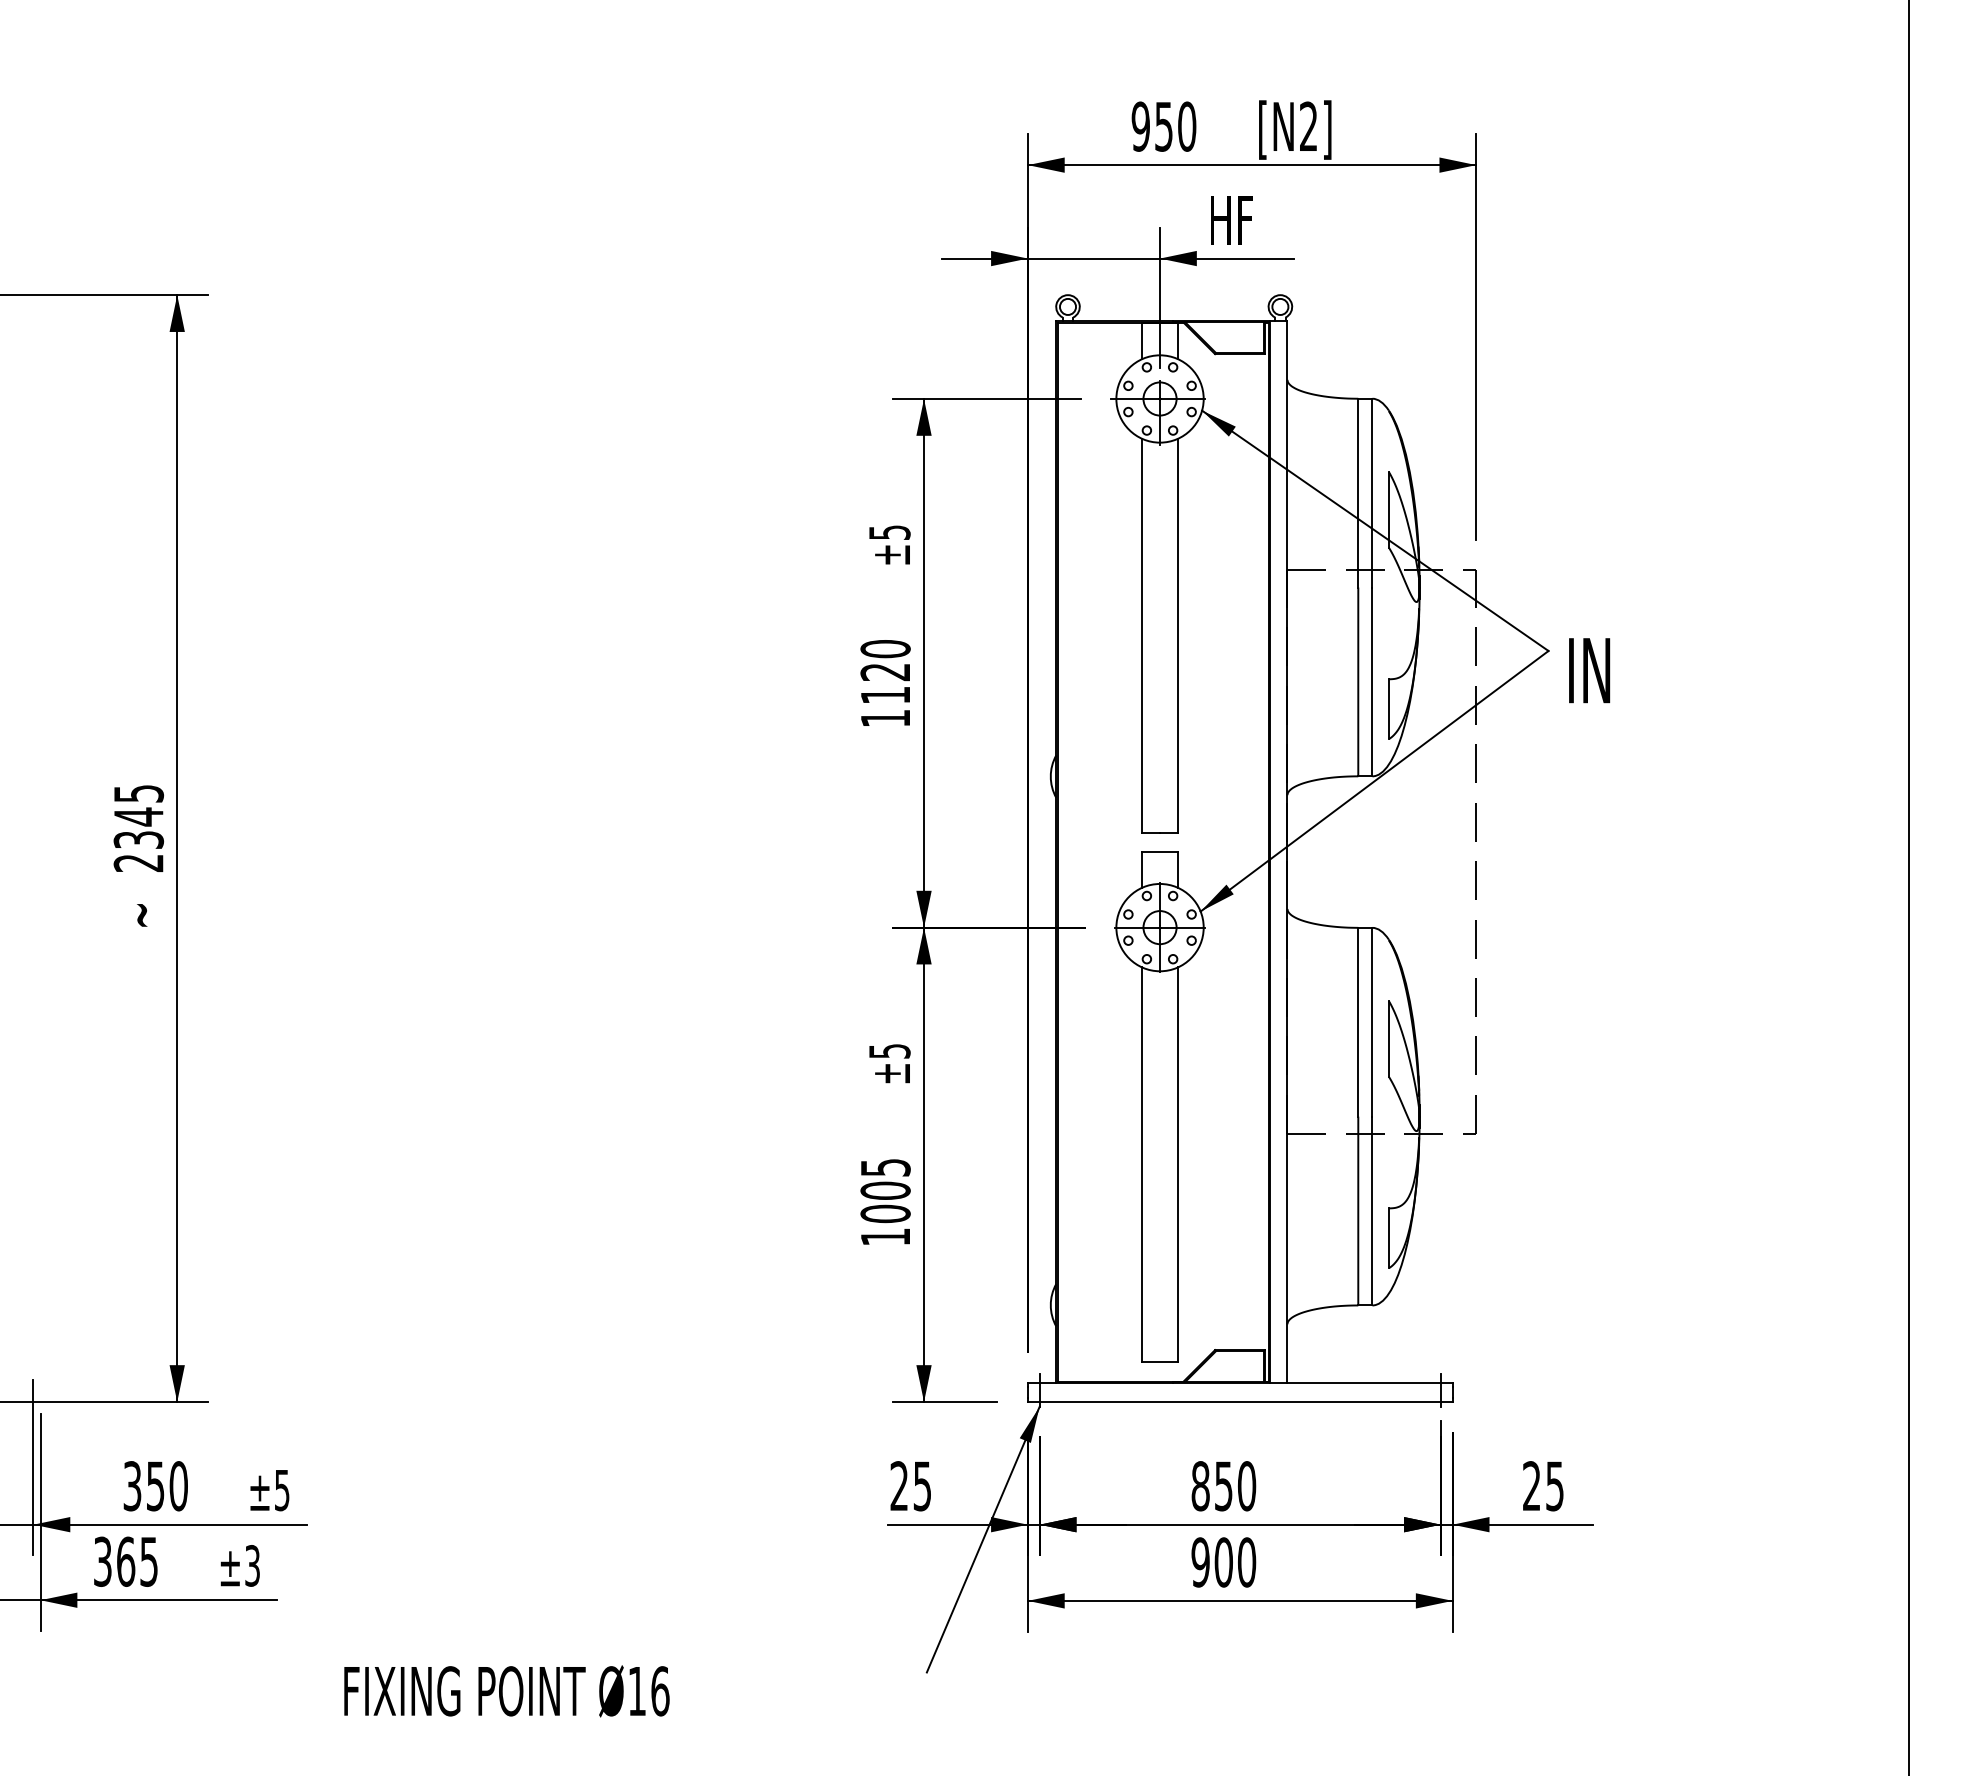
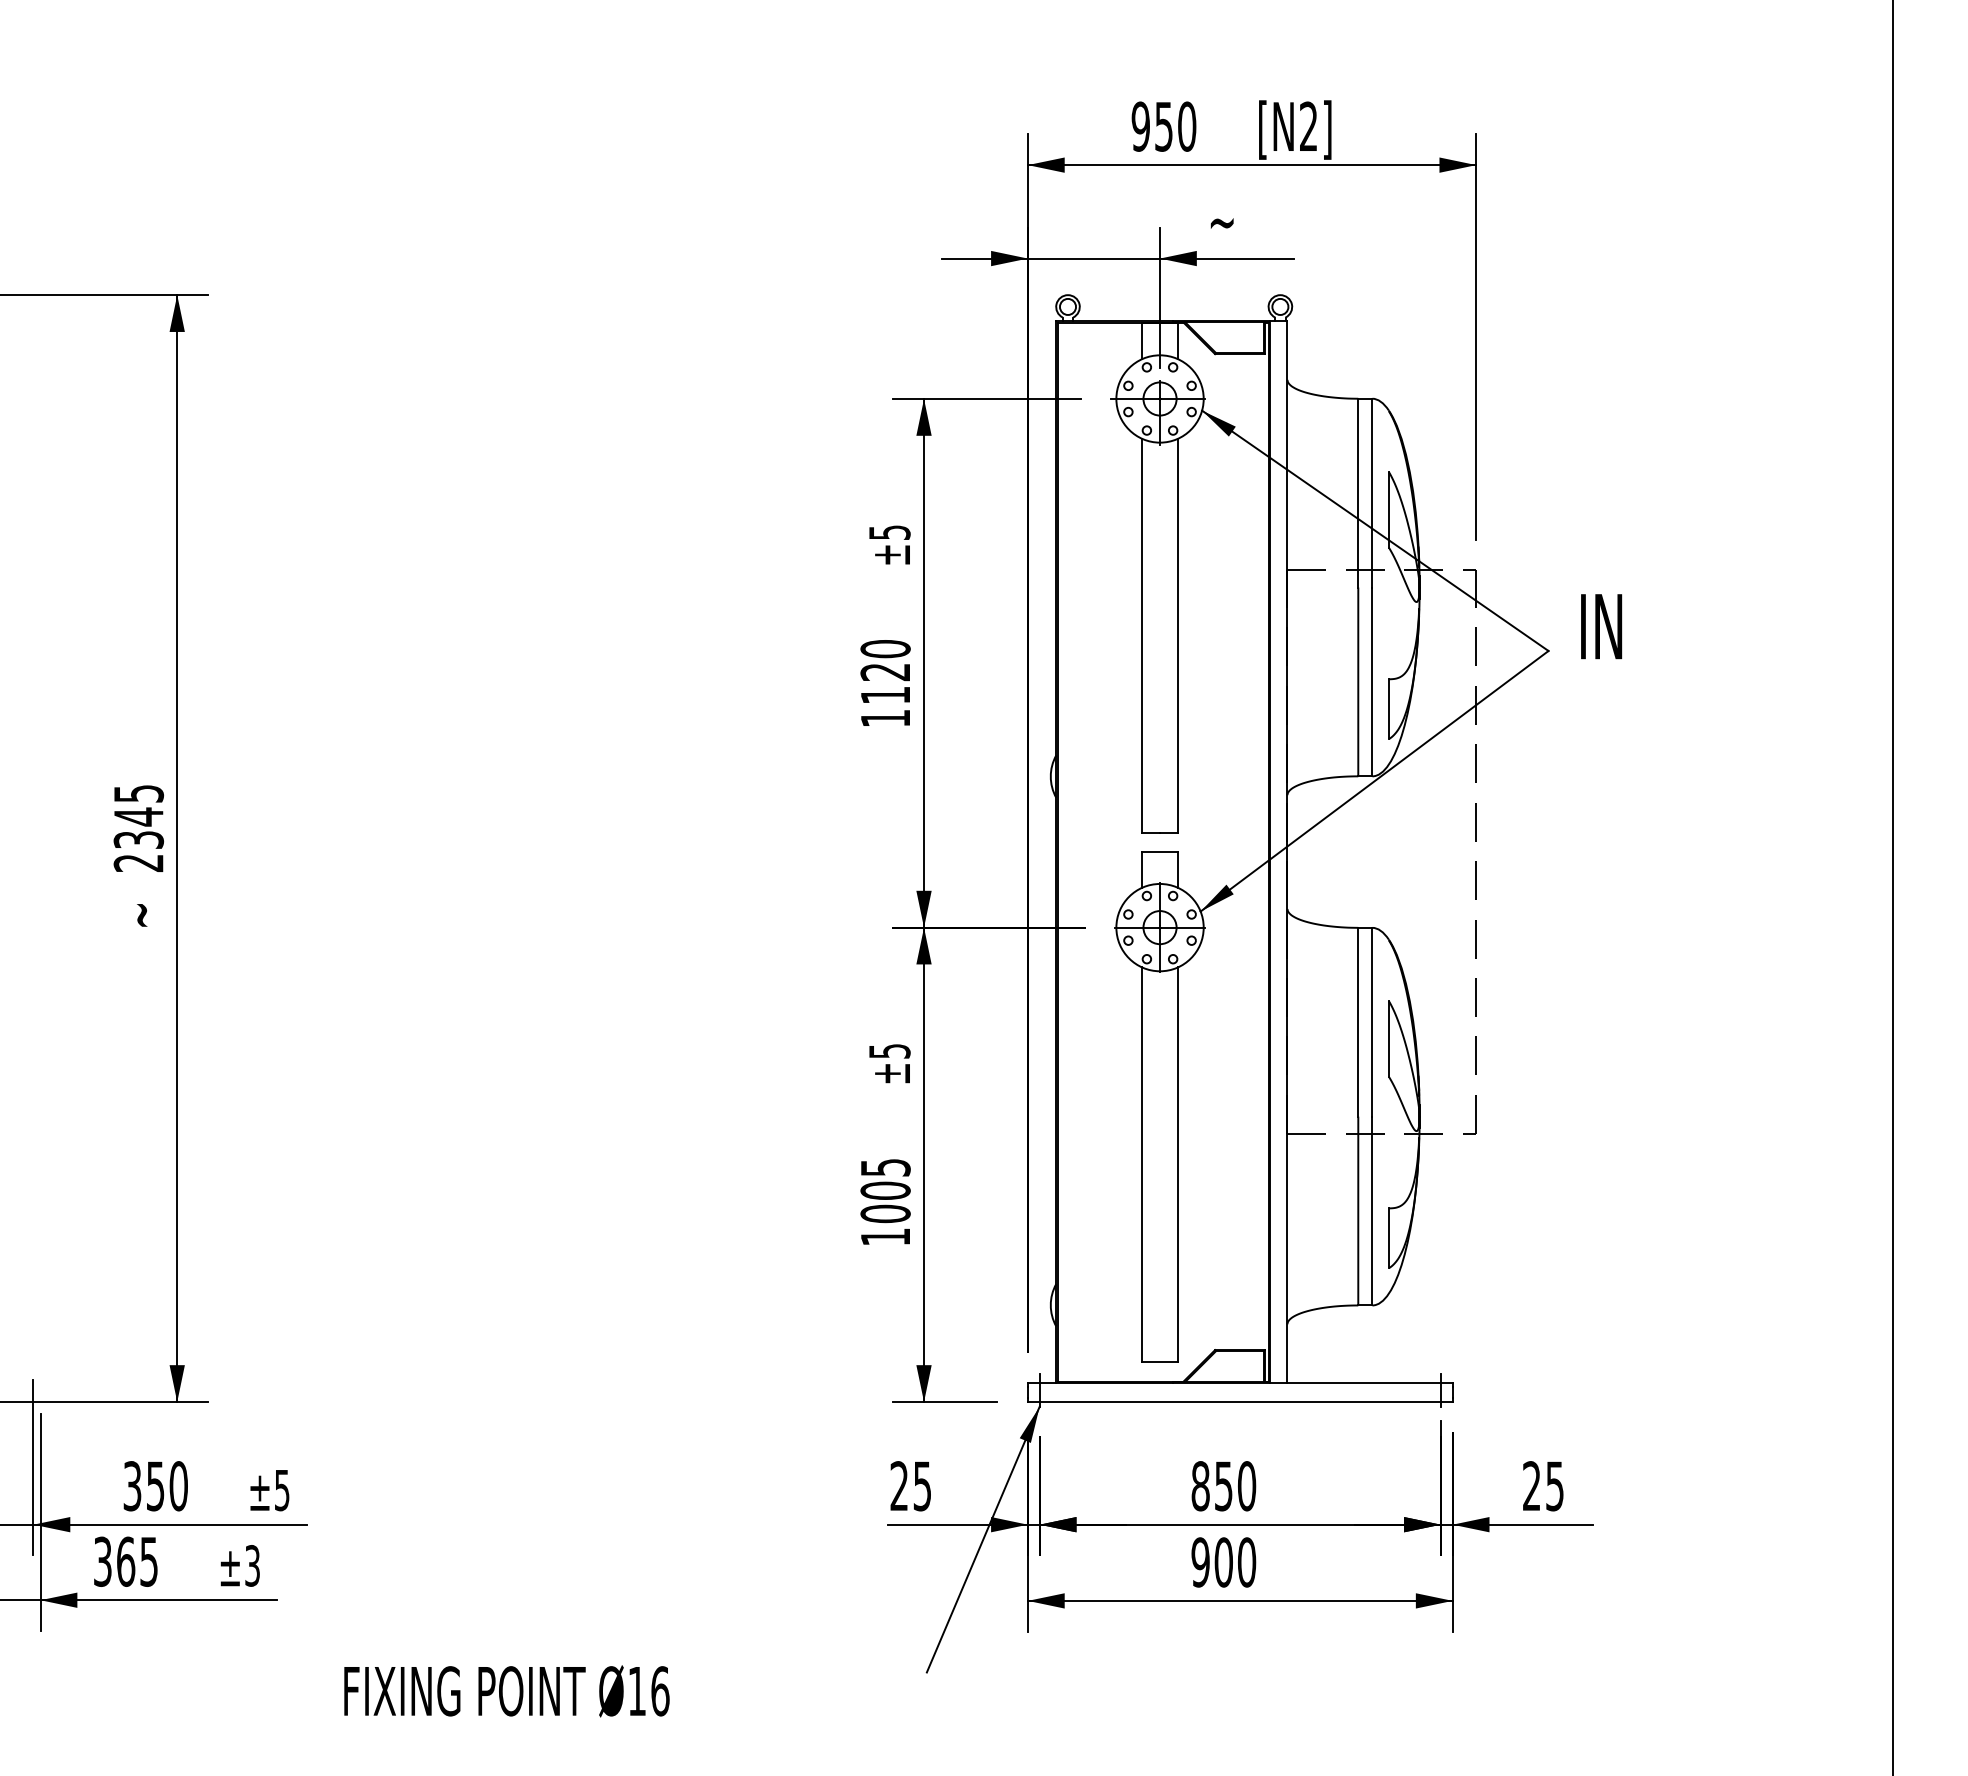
text at (1231, 220): HF -> ~
text at (1589, 670) position: (1589, 670) -> (1601, 626)
line at (1908, 887) position: (1908, 887) -> (1892, 887)
